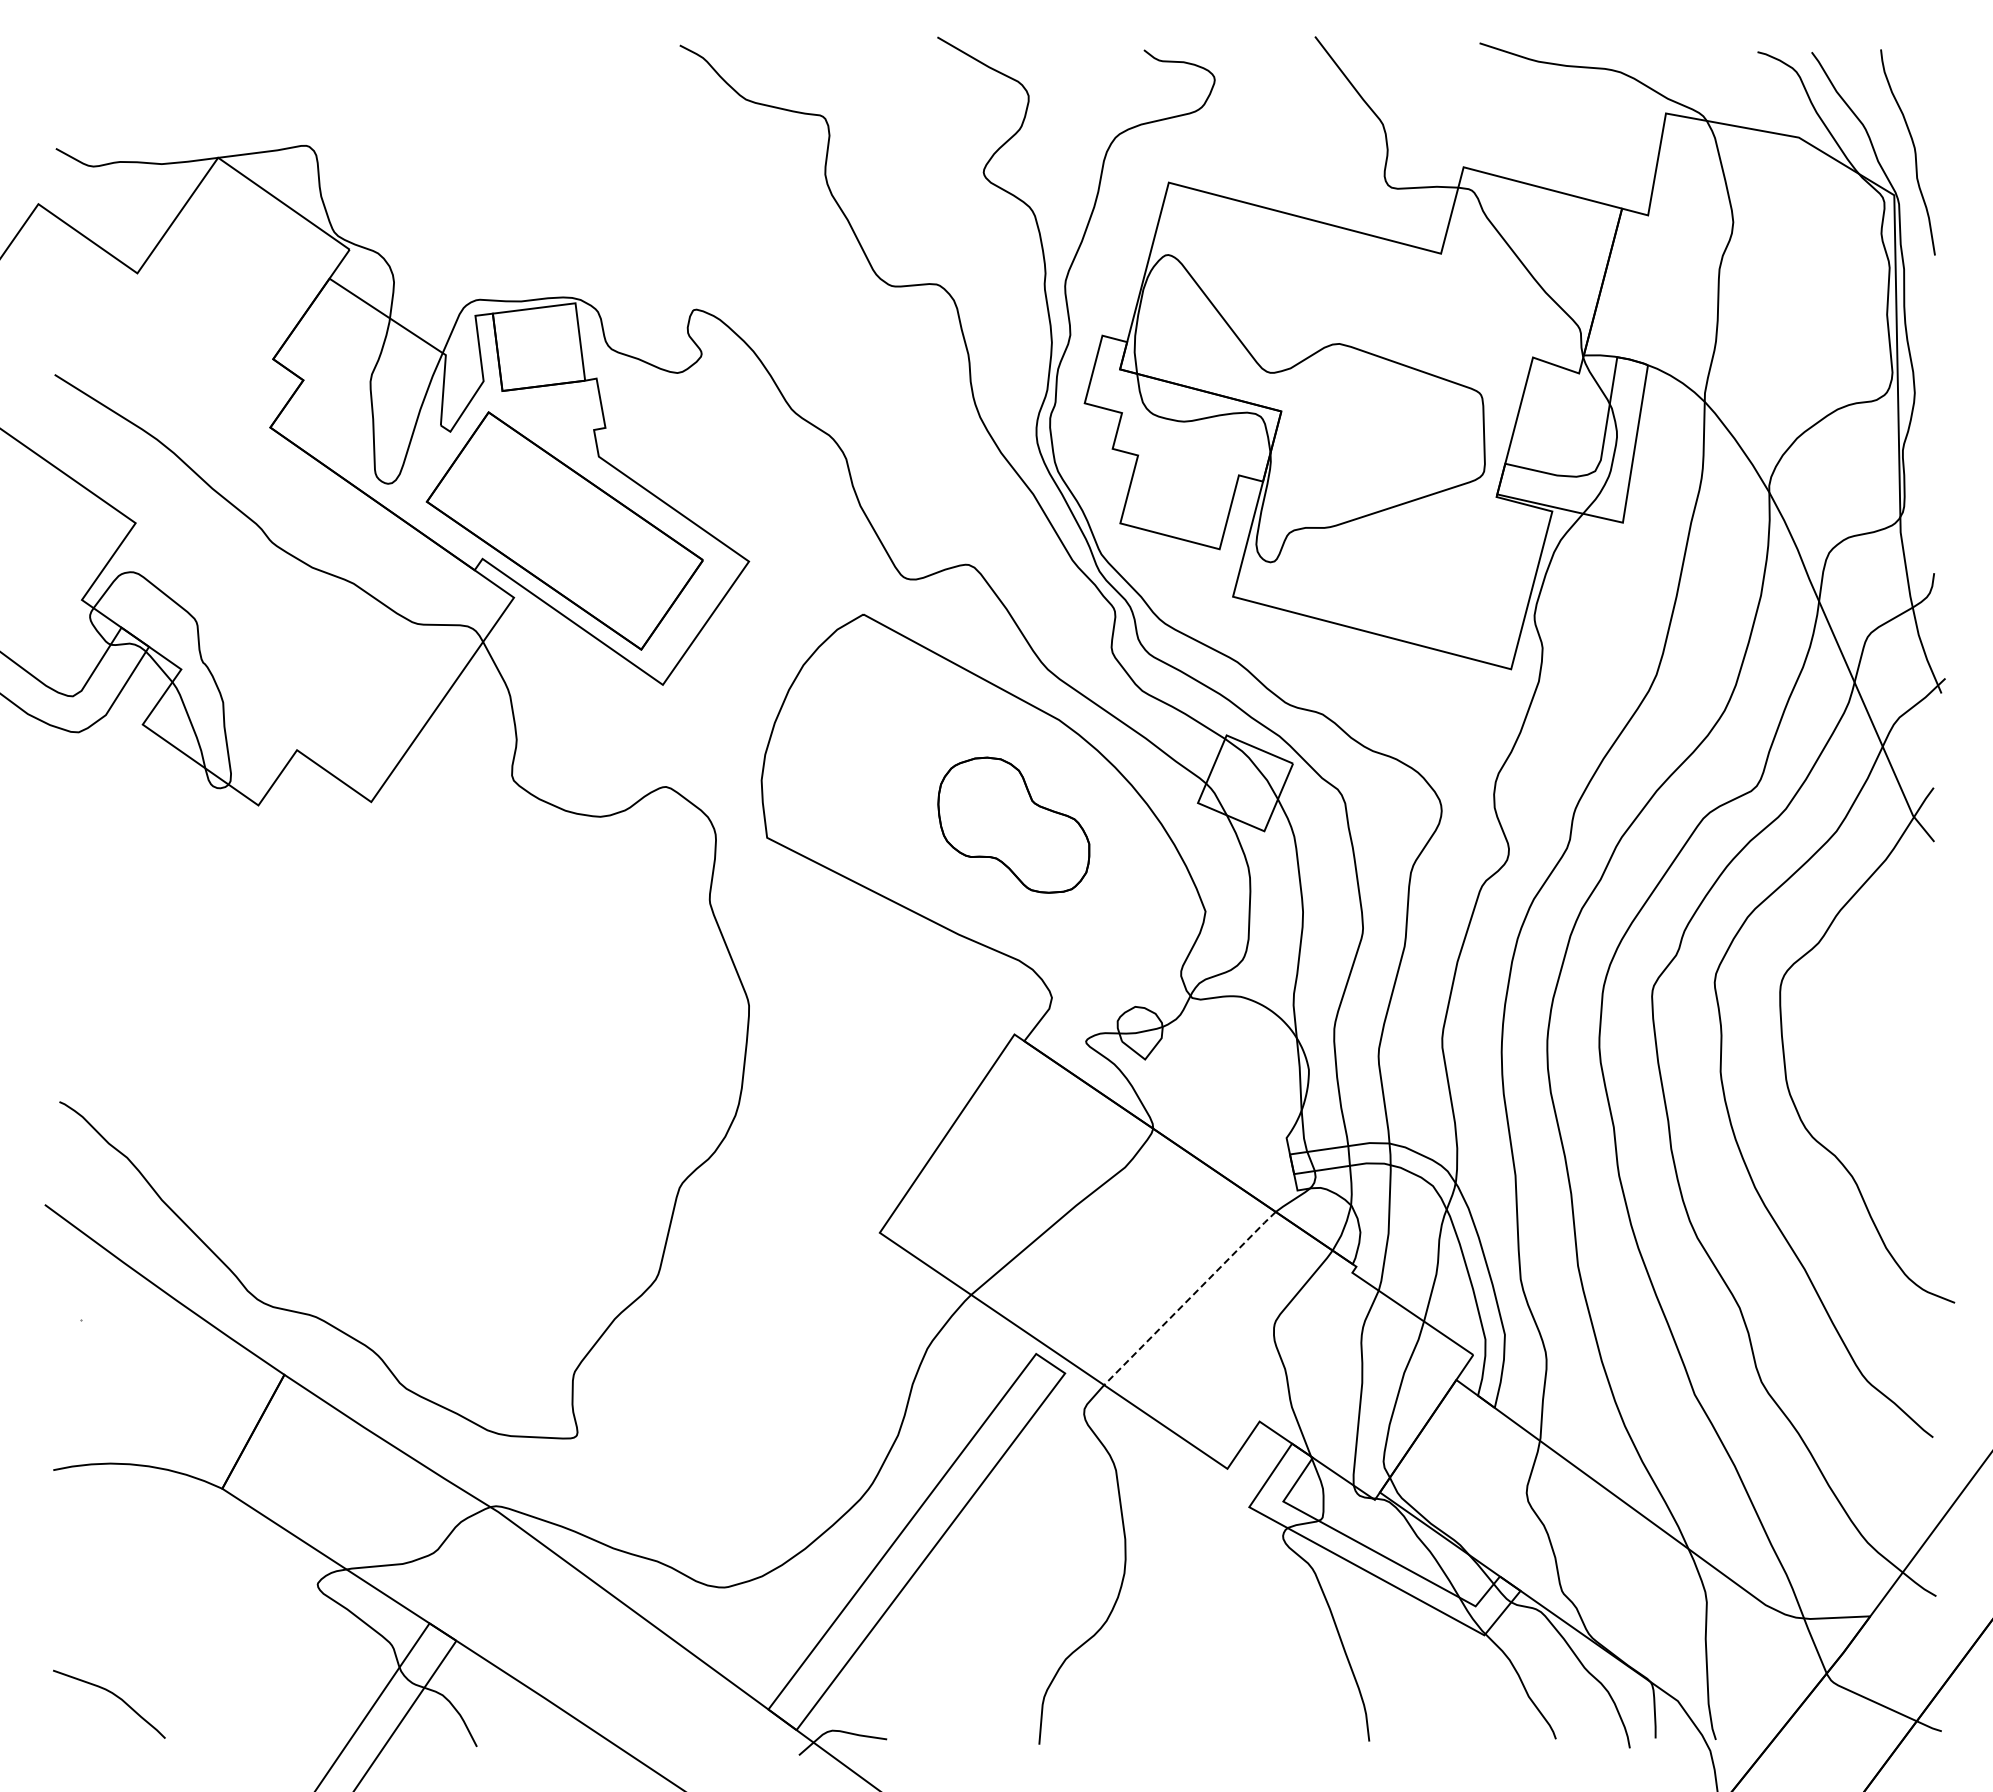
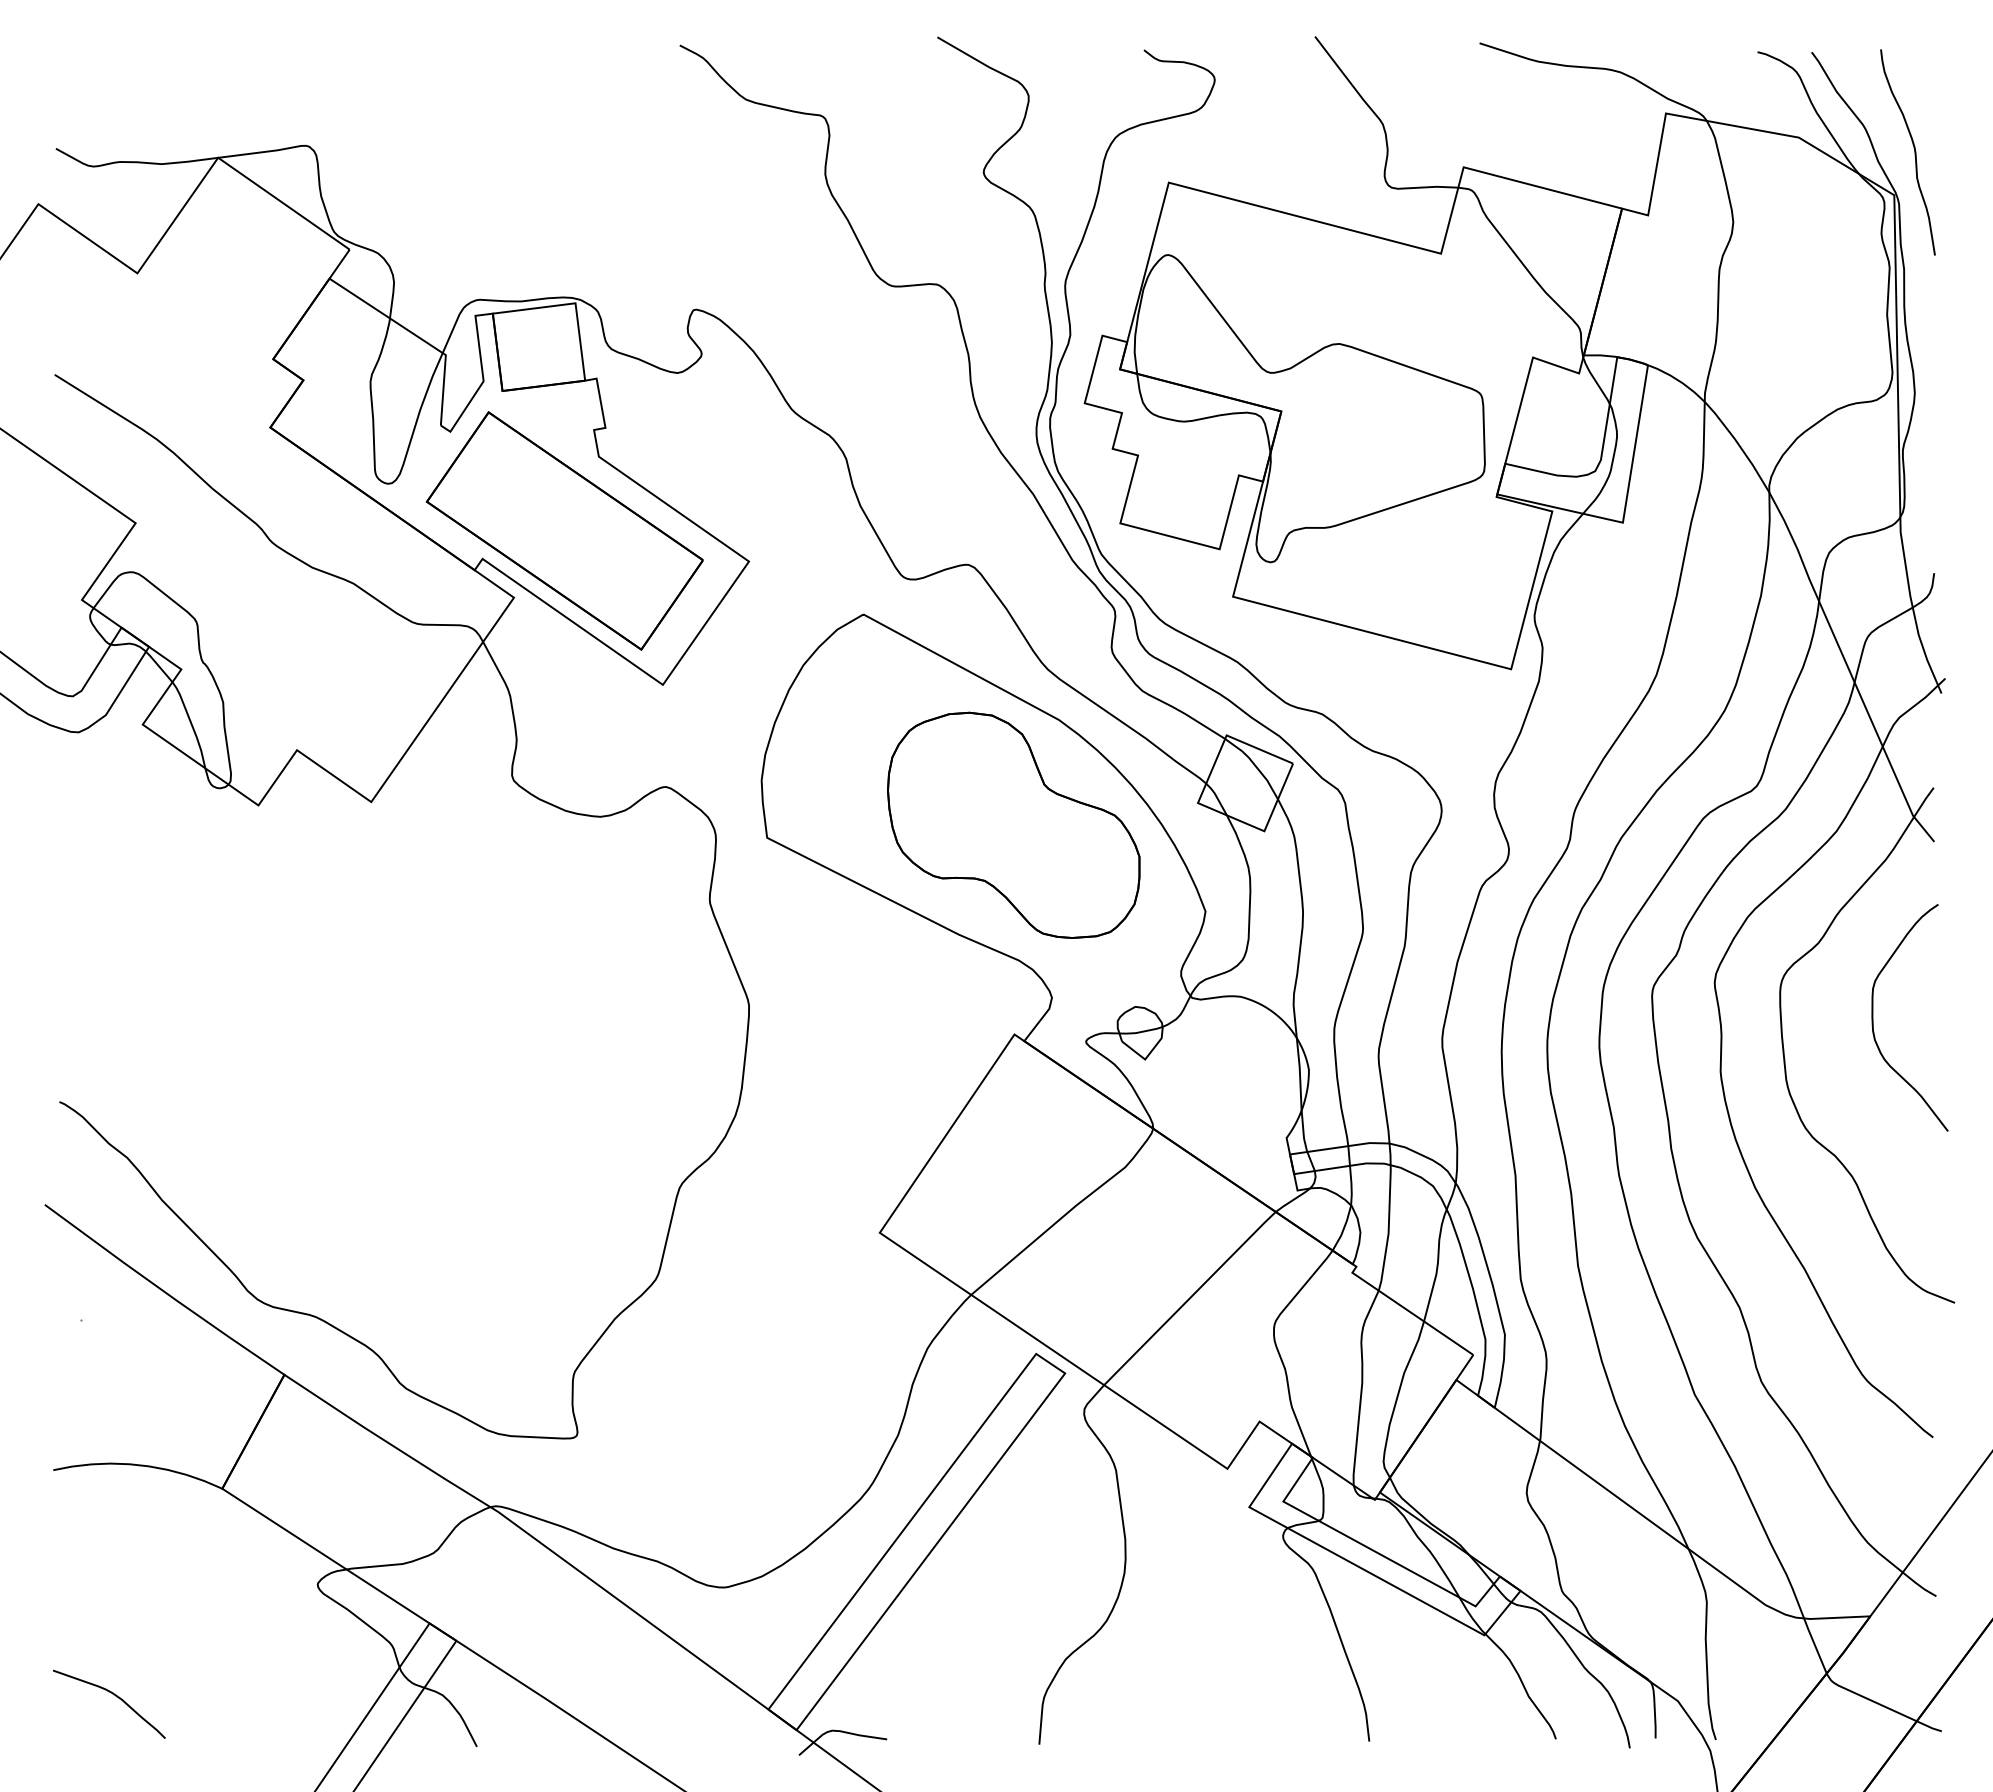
part at (1013, 824) size: 154x138 px -> 254x228 px
curve at (1873, 1017): none -> present
line at (1190, 1297): dashed -> solid
